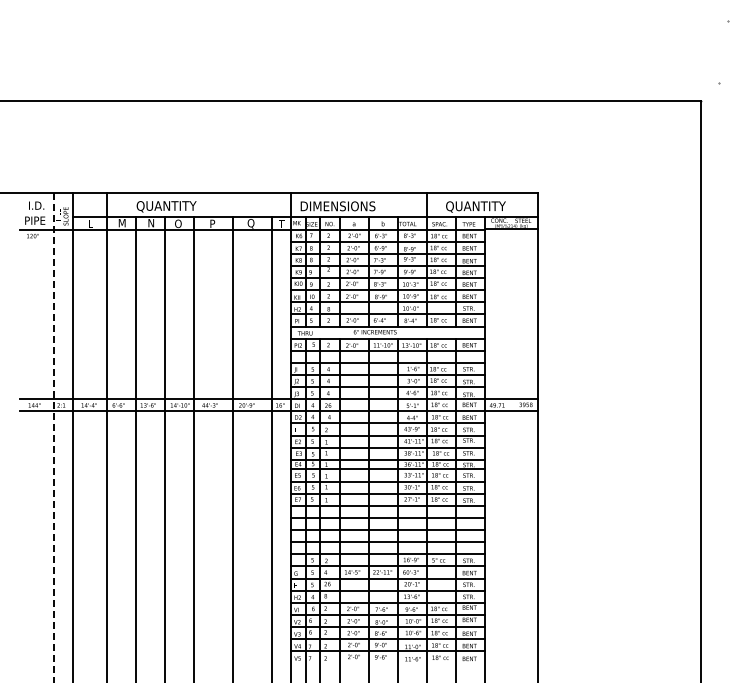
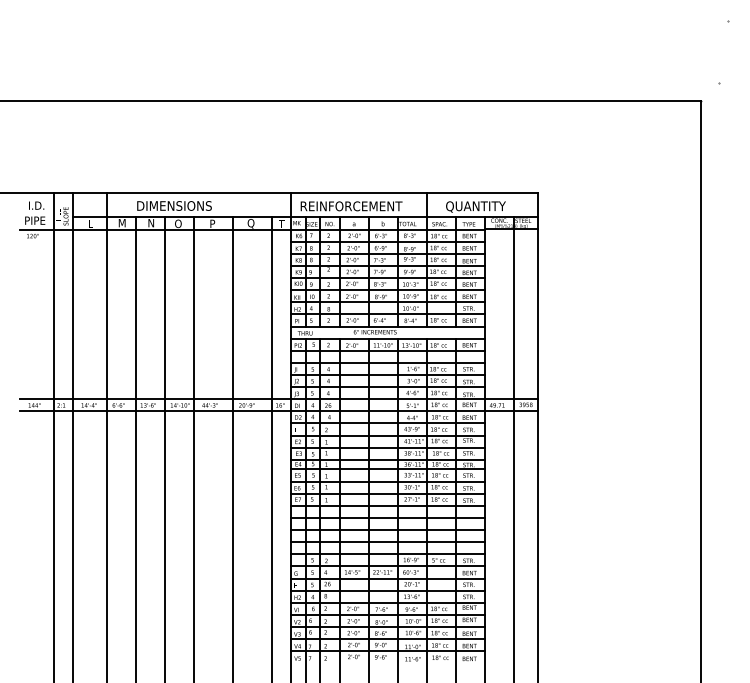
text at (173, 206): QUANTITY -> DIMENSIONS
text at (352, 206): DIMENSIONS -> REINFORCEMENT
line at (53, 438): dashed -> solid
line at (514, 448): none -> present
